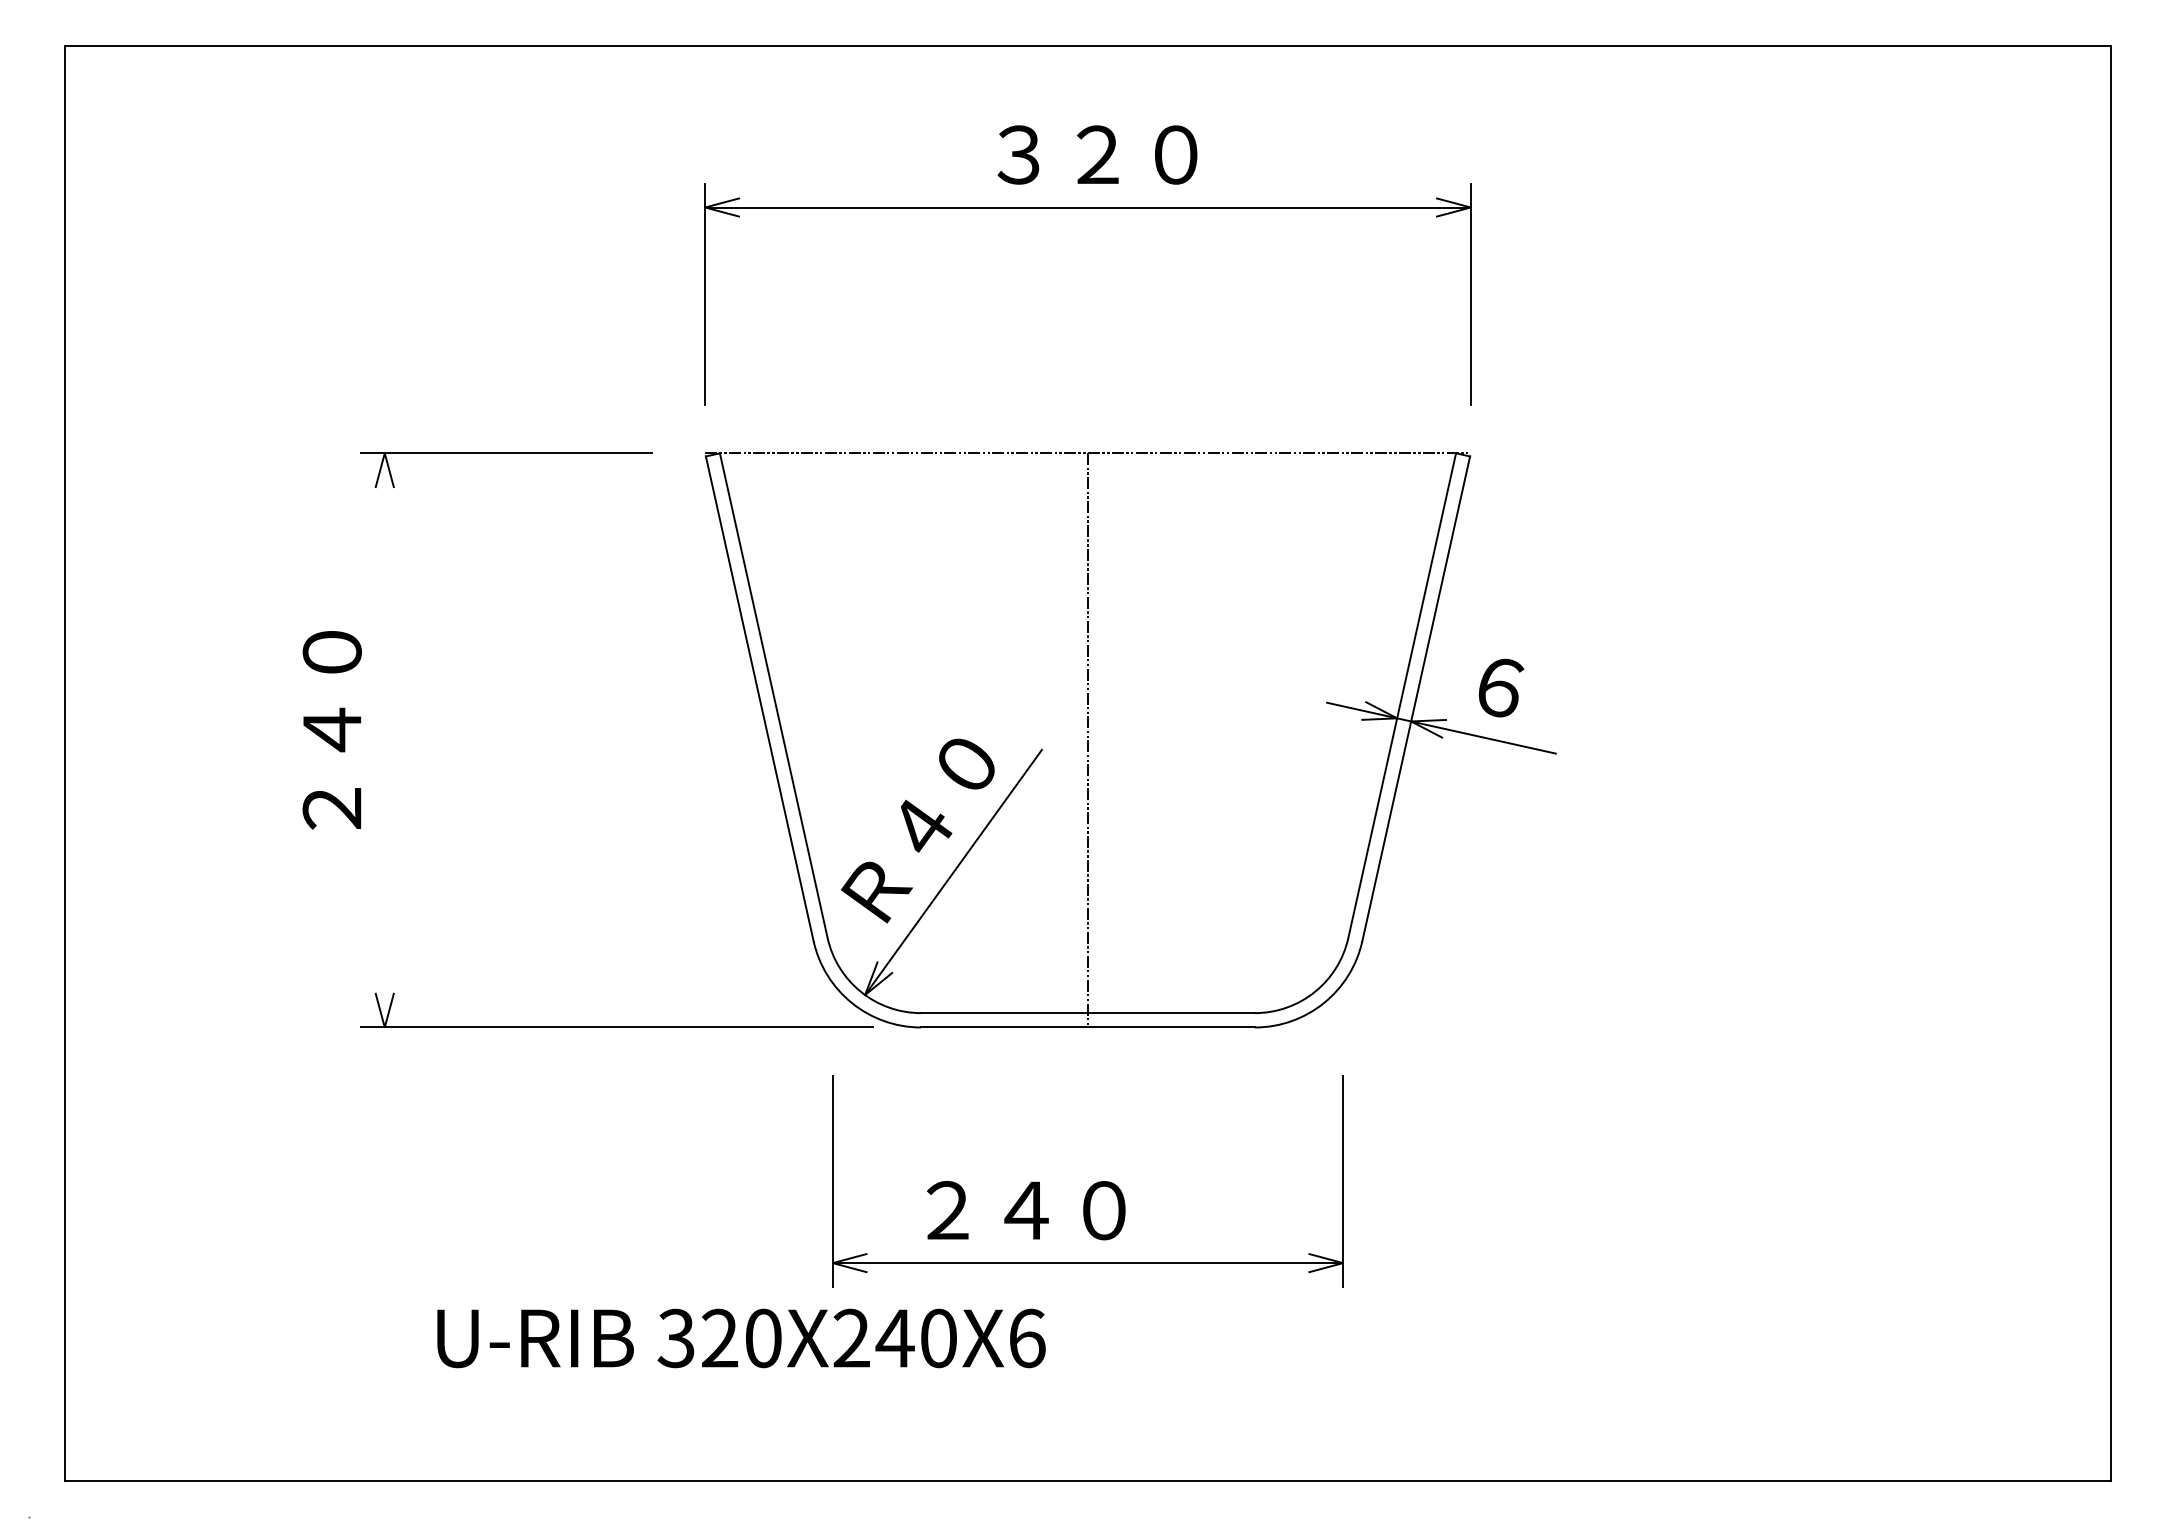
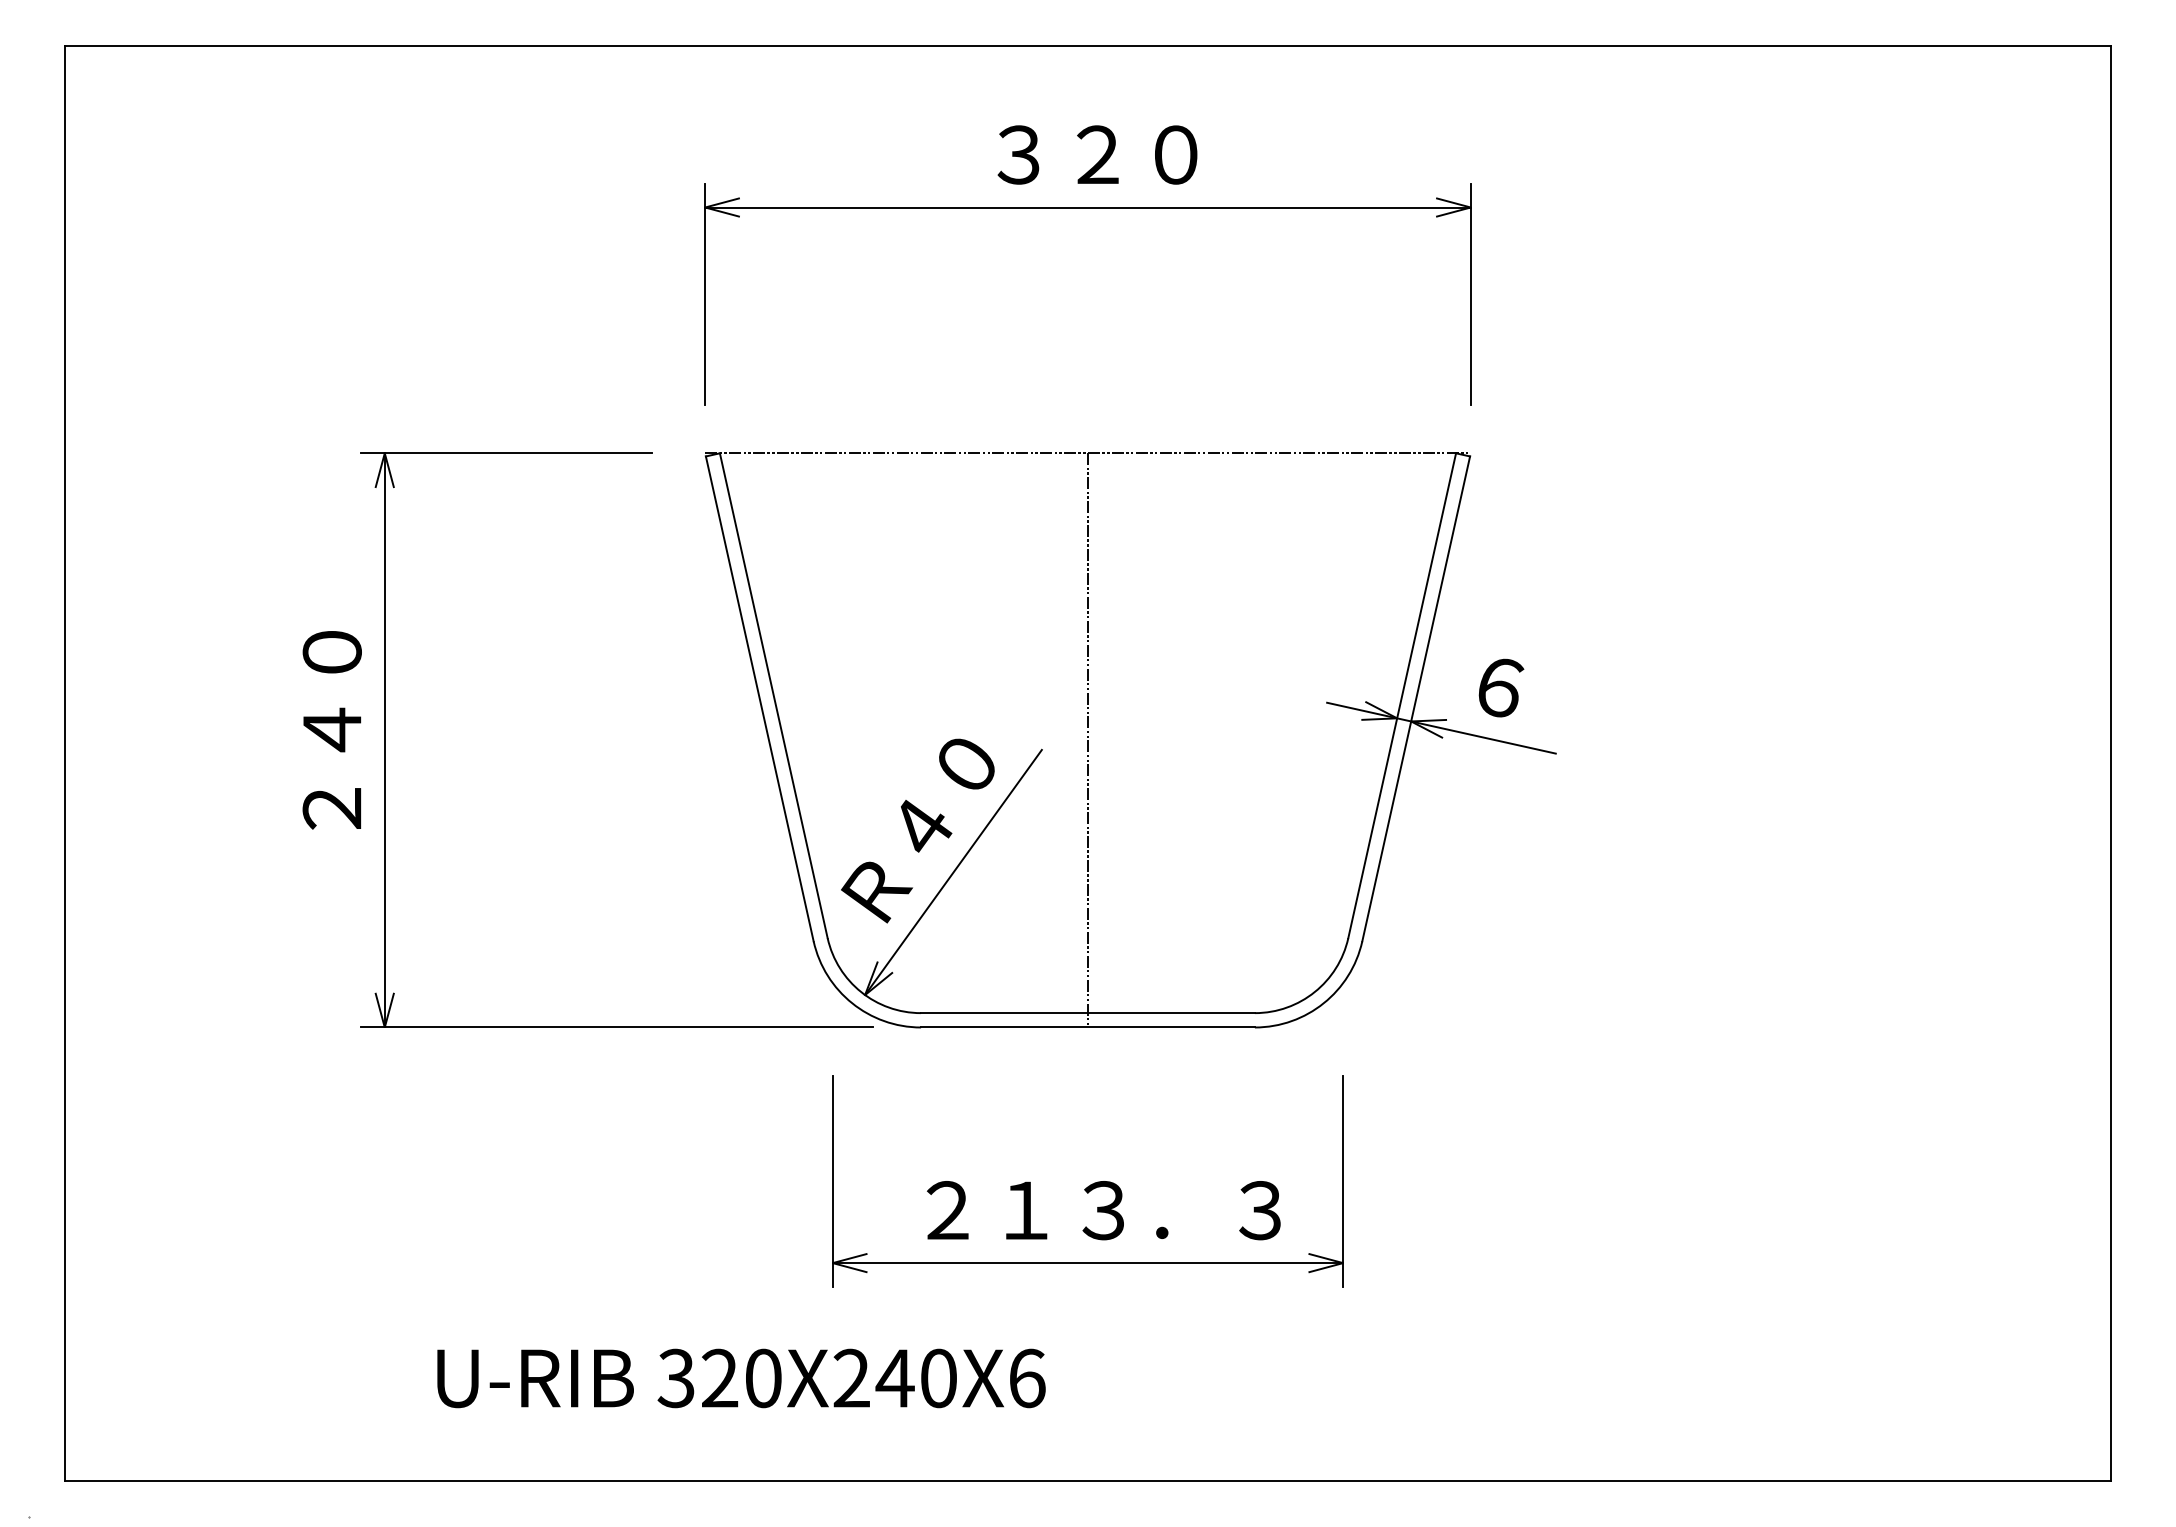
line at (384, 740): none -> present
text at (1142, 1210): ２４０ -> ２１３．３
text at (741, 1338) position: (741, 1338) -> (741, 1378)
